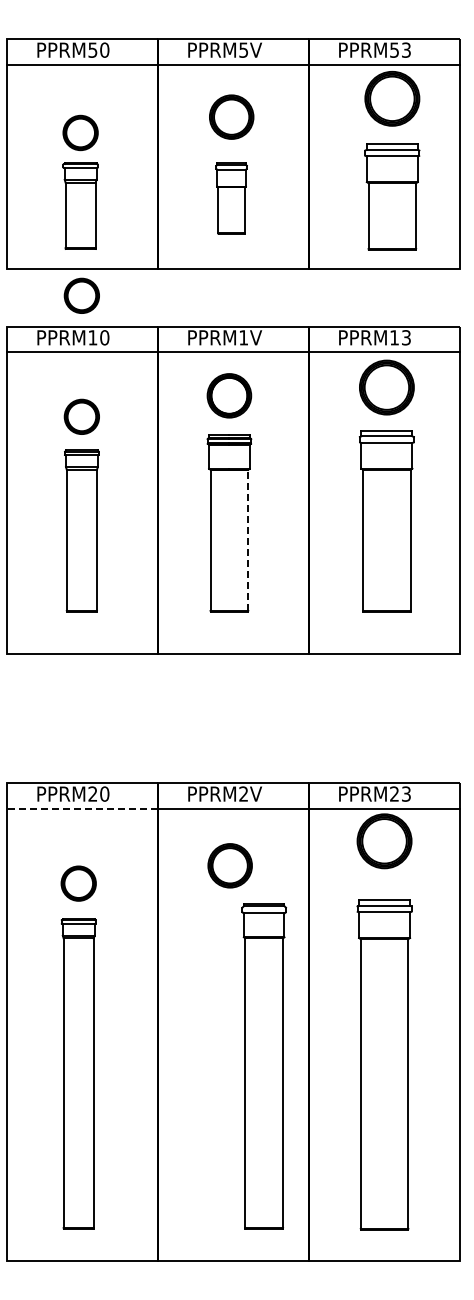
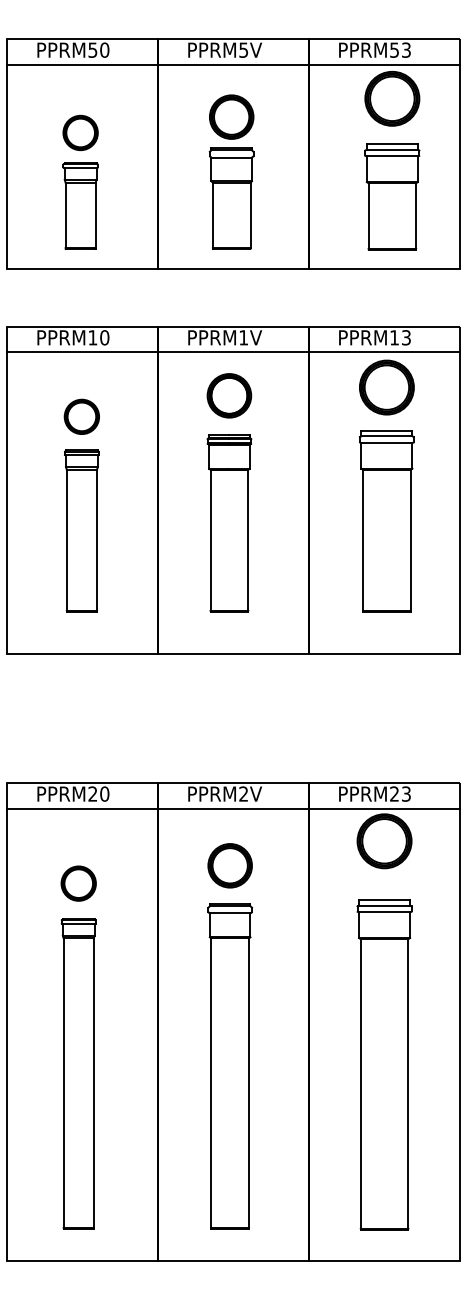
part at (231, 198) size: 33x73 px -> 47x103 px
part at (81, 295): present -> none
line at (248, 540): dashed -> solid
line at (82, 808): dashed -> solid
part at (264, 1066) position: (264, 1066) -> (230, 1066)
